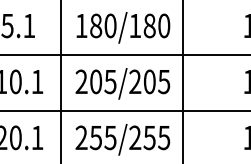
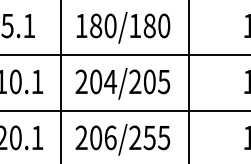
line at (182, 81) position: (182, 81) -> (188, 81)
text at (110, 82): 205/205 -> 204/205
text at (103, 137): 255/255 -> 206/255
